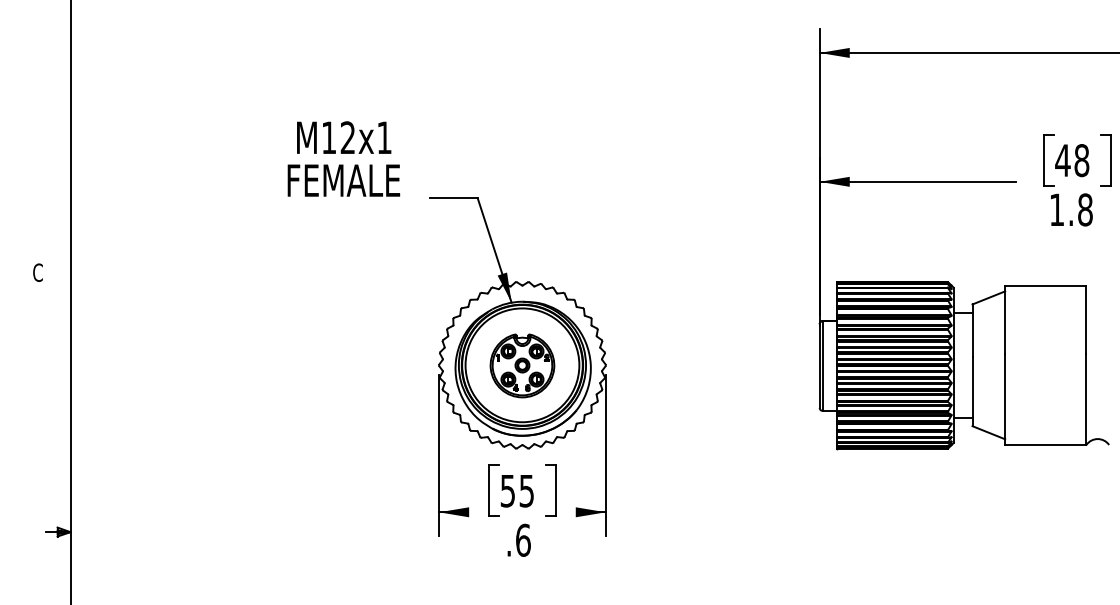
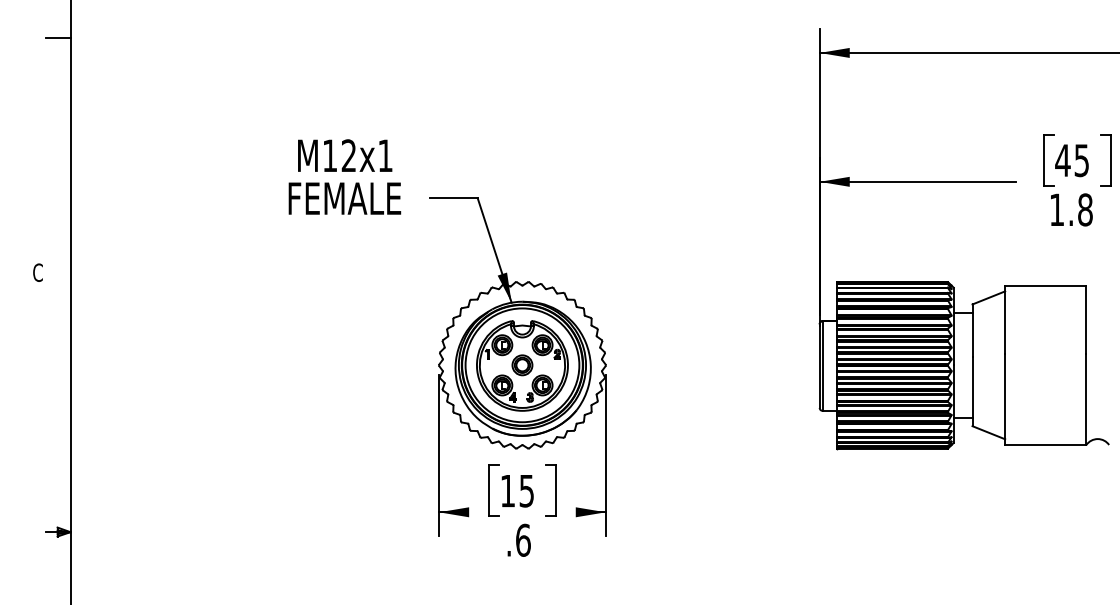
line at (58, 38): none -> present
text at (343, 158) position: (343, 158) -> (344, 176)
text at (1081, 160): 48 -> 45
part at (522, 365) size: 67x66 px -> 93x92 px
text at (507, 491): 55 -> 15
